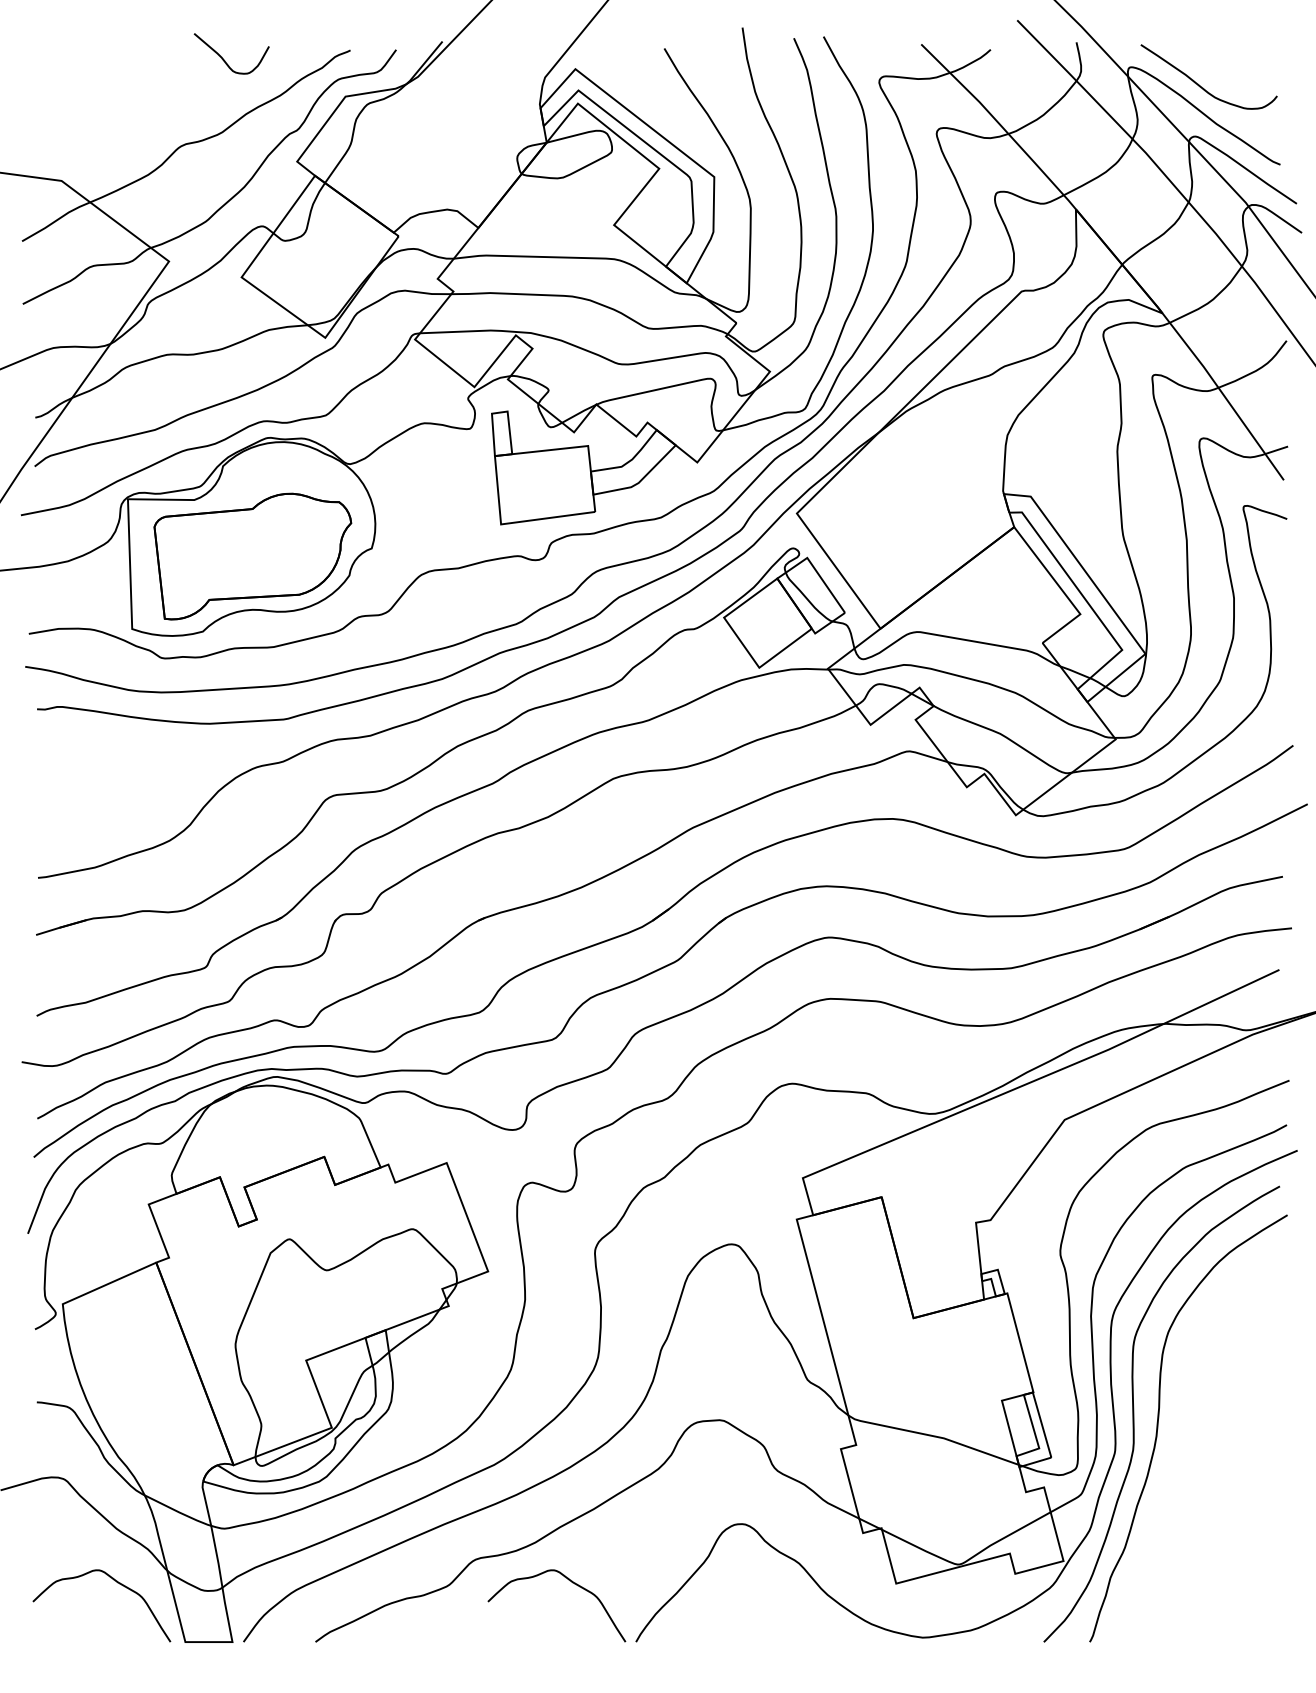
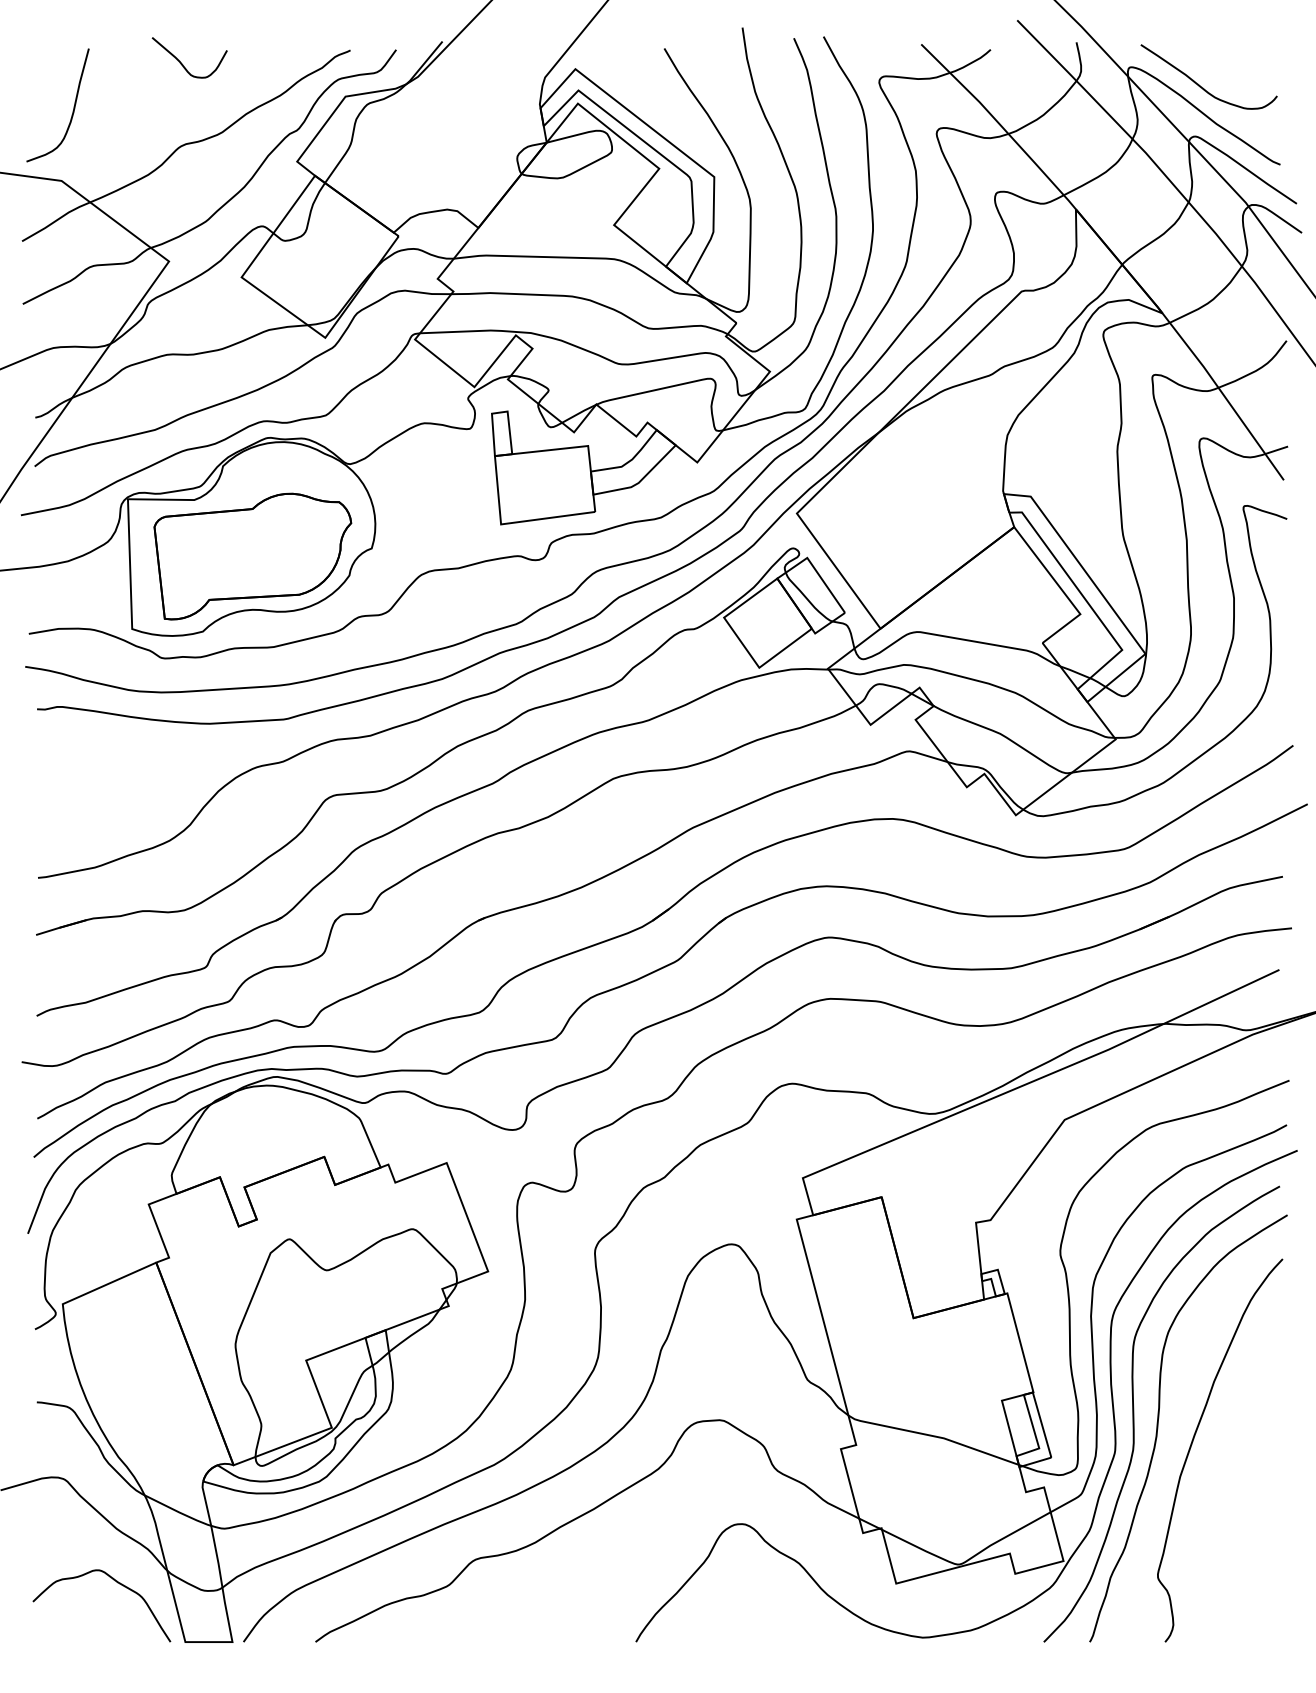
curve at (224, 59) position: (224, 59) -> (182, 63)
curve at (73, 106): none -> present
curve at (1194, 1439): none -> present
curve at (572, 1583): present -> none
